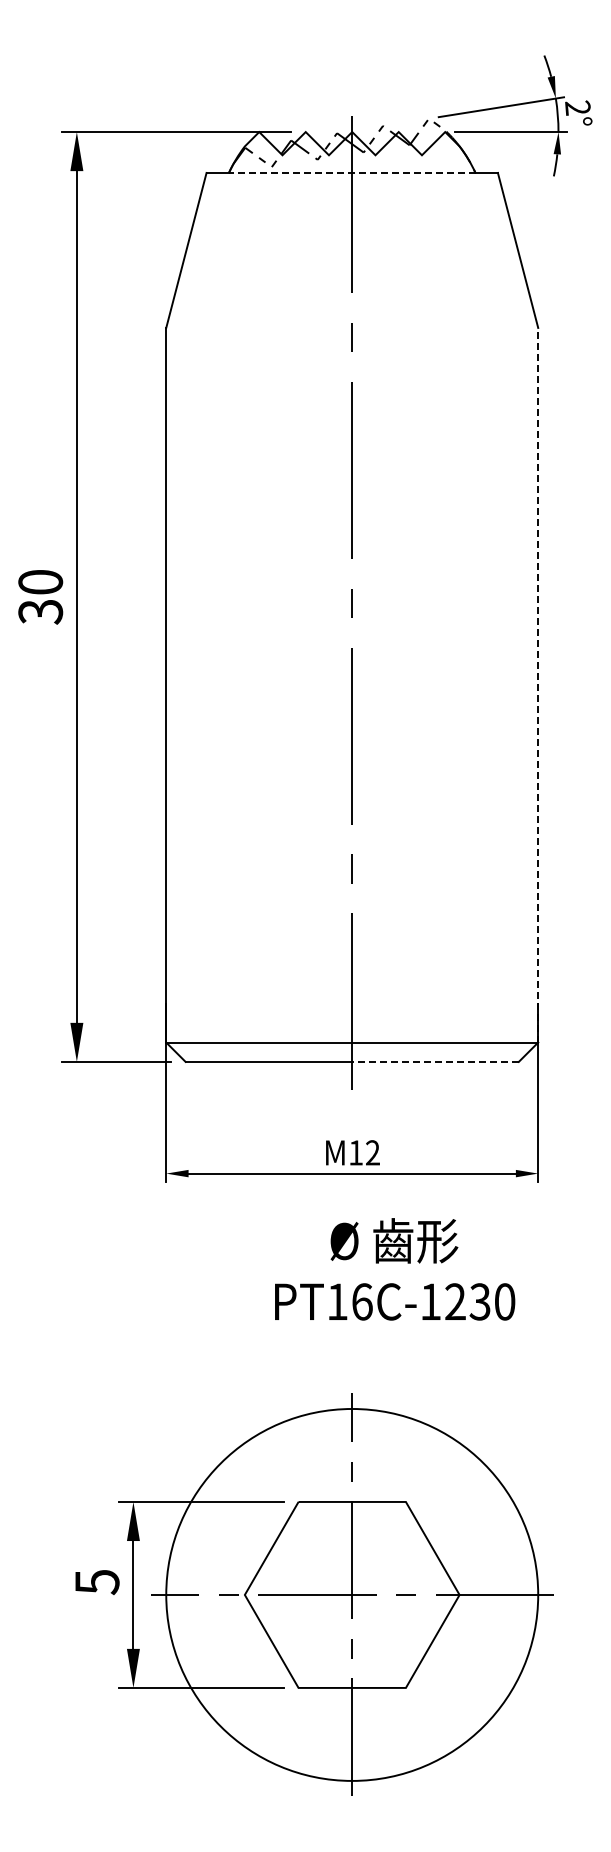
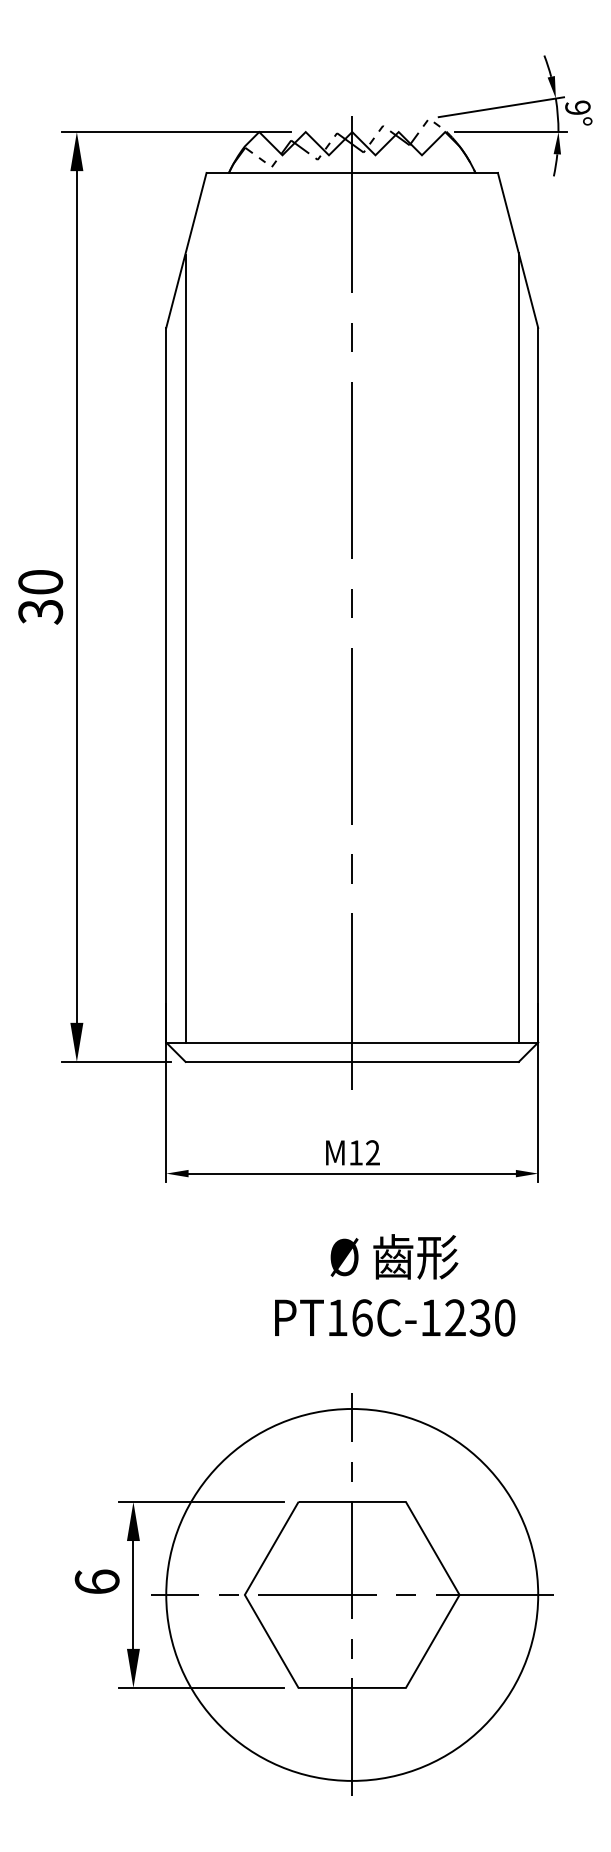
text at (577, 107): 2° -> 9°
line at (351, 172): dashed -> solid
line at (518, 647): none -> present
line at (185, 648): none -> present
line at (538, 684): dashed -> solid
line at (435, 1061): dashed -> solid
text at (395, 1269) position: (395, 1269) -> (395, 1285)
text at (96, 1582): 5 -> 6
